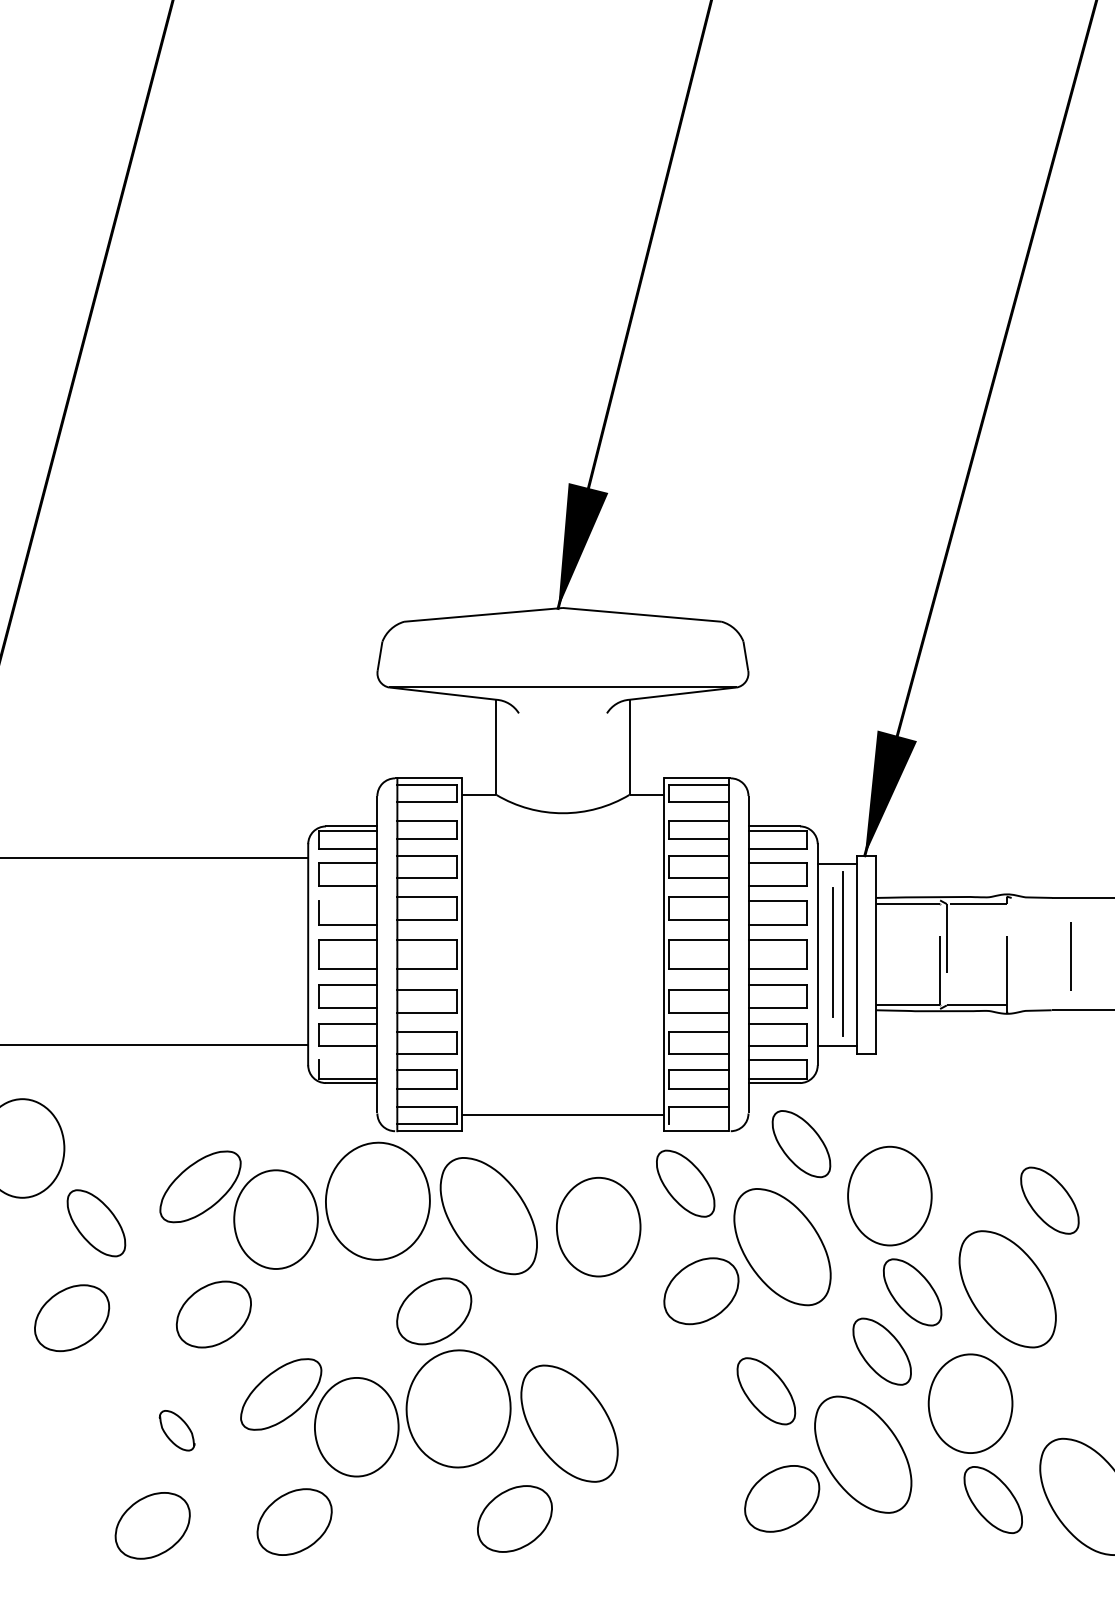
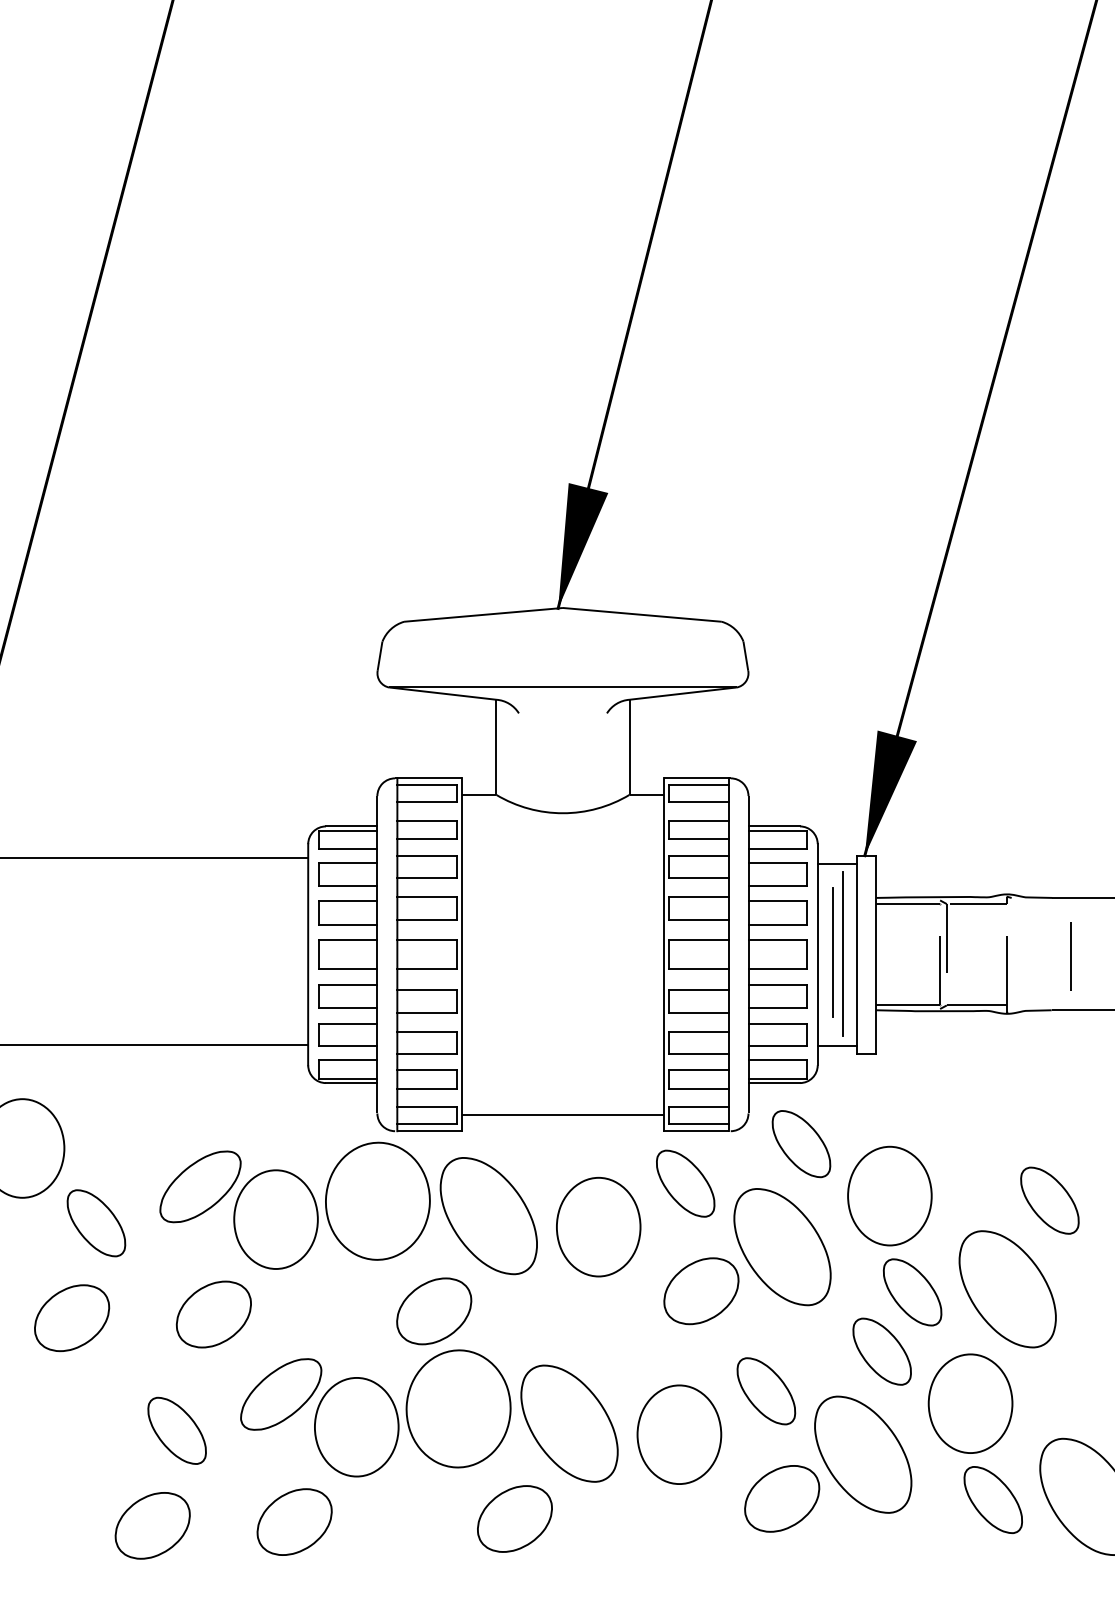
line at (347, 901): none -> present
line at (347, 1060): none -> present
line at (698, 1124): none -> present
part at (176, 1430) size: 38x42 px -> 60x69 px
part at (679, 1434): none -> present
